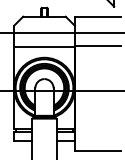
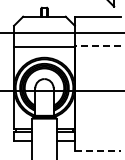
line at (97, 45): solid -> dashed
line at (97, 150): solid -> dashed
